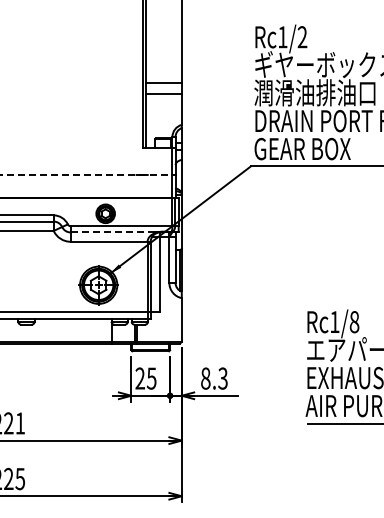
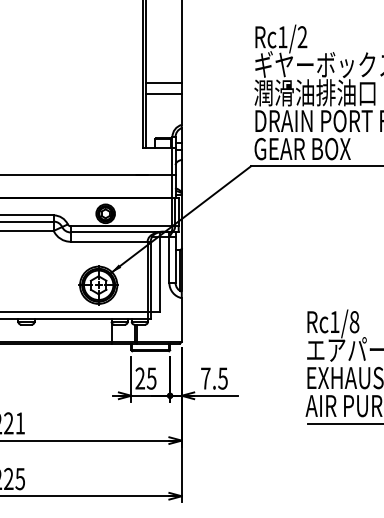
line at (86, 175): dashed -> solid
line at (112, 232): dashed -> solid
text at (214, 378): 8.3 -> 7.5
